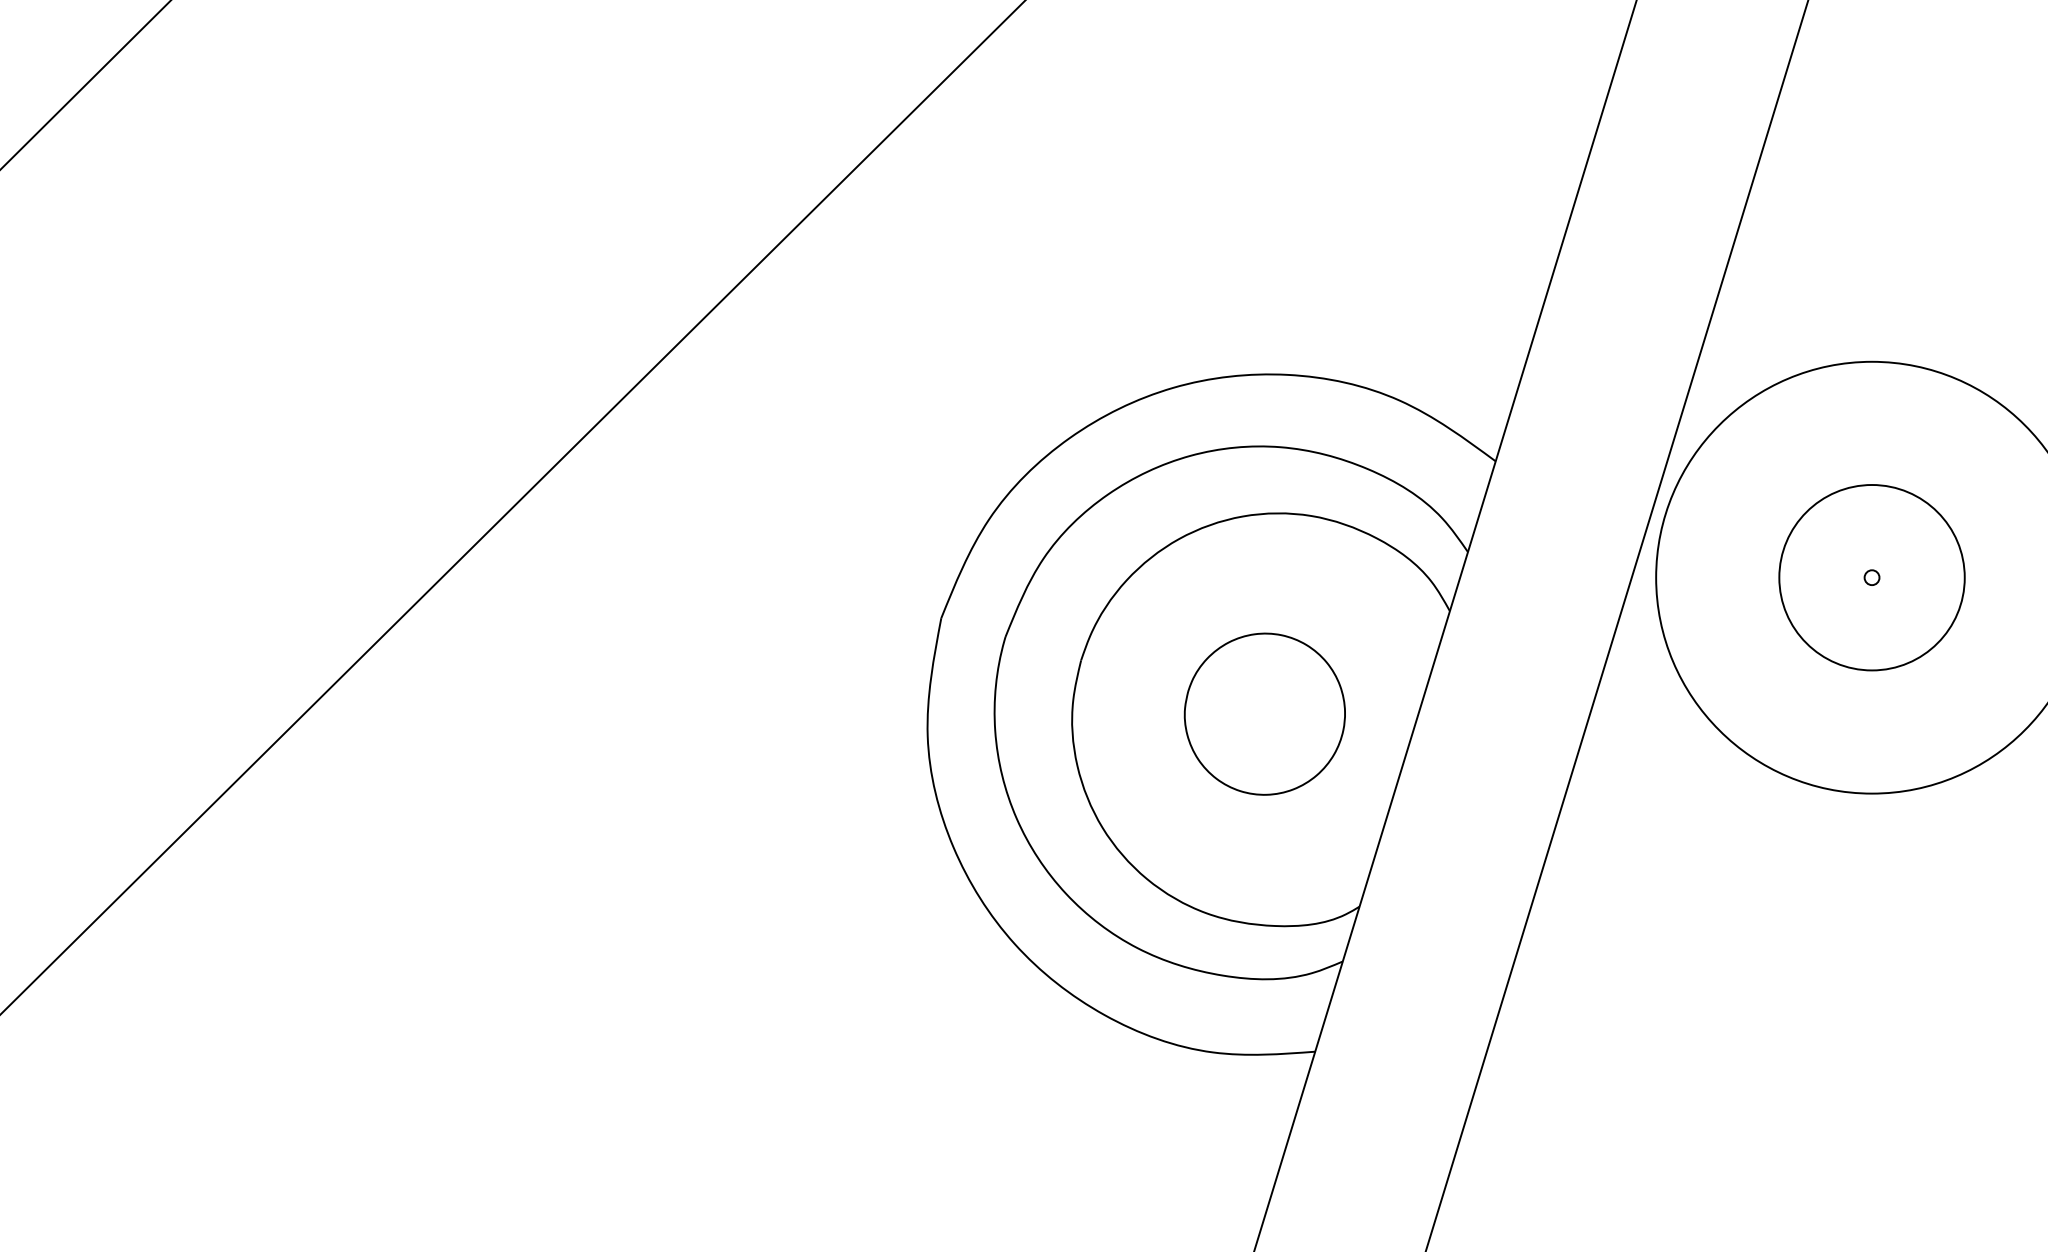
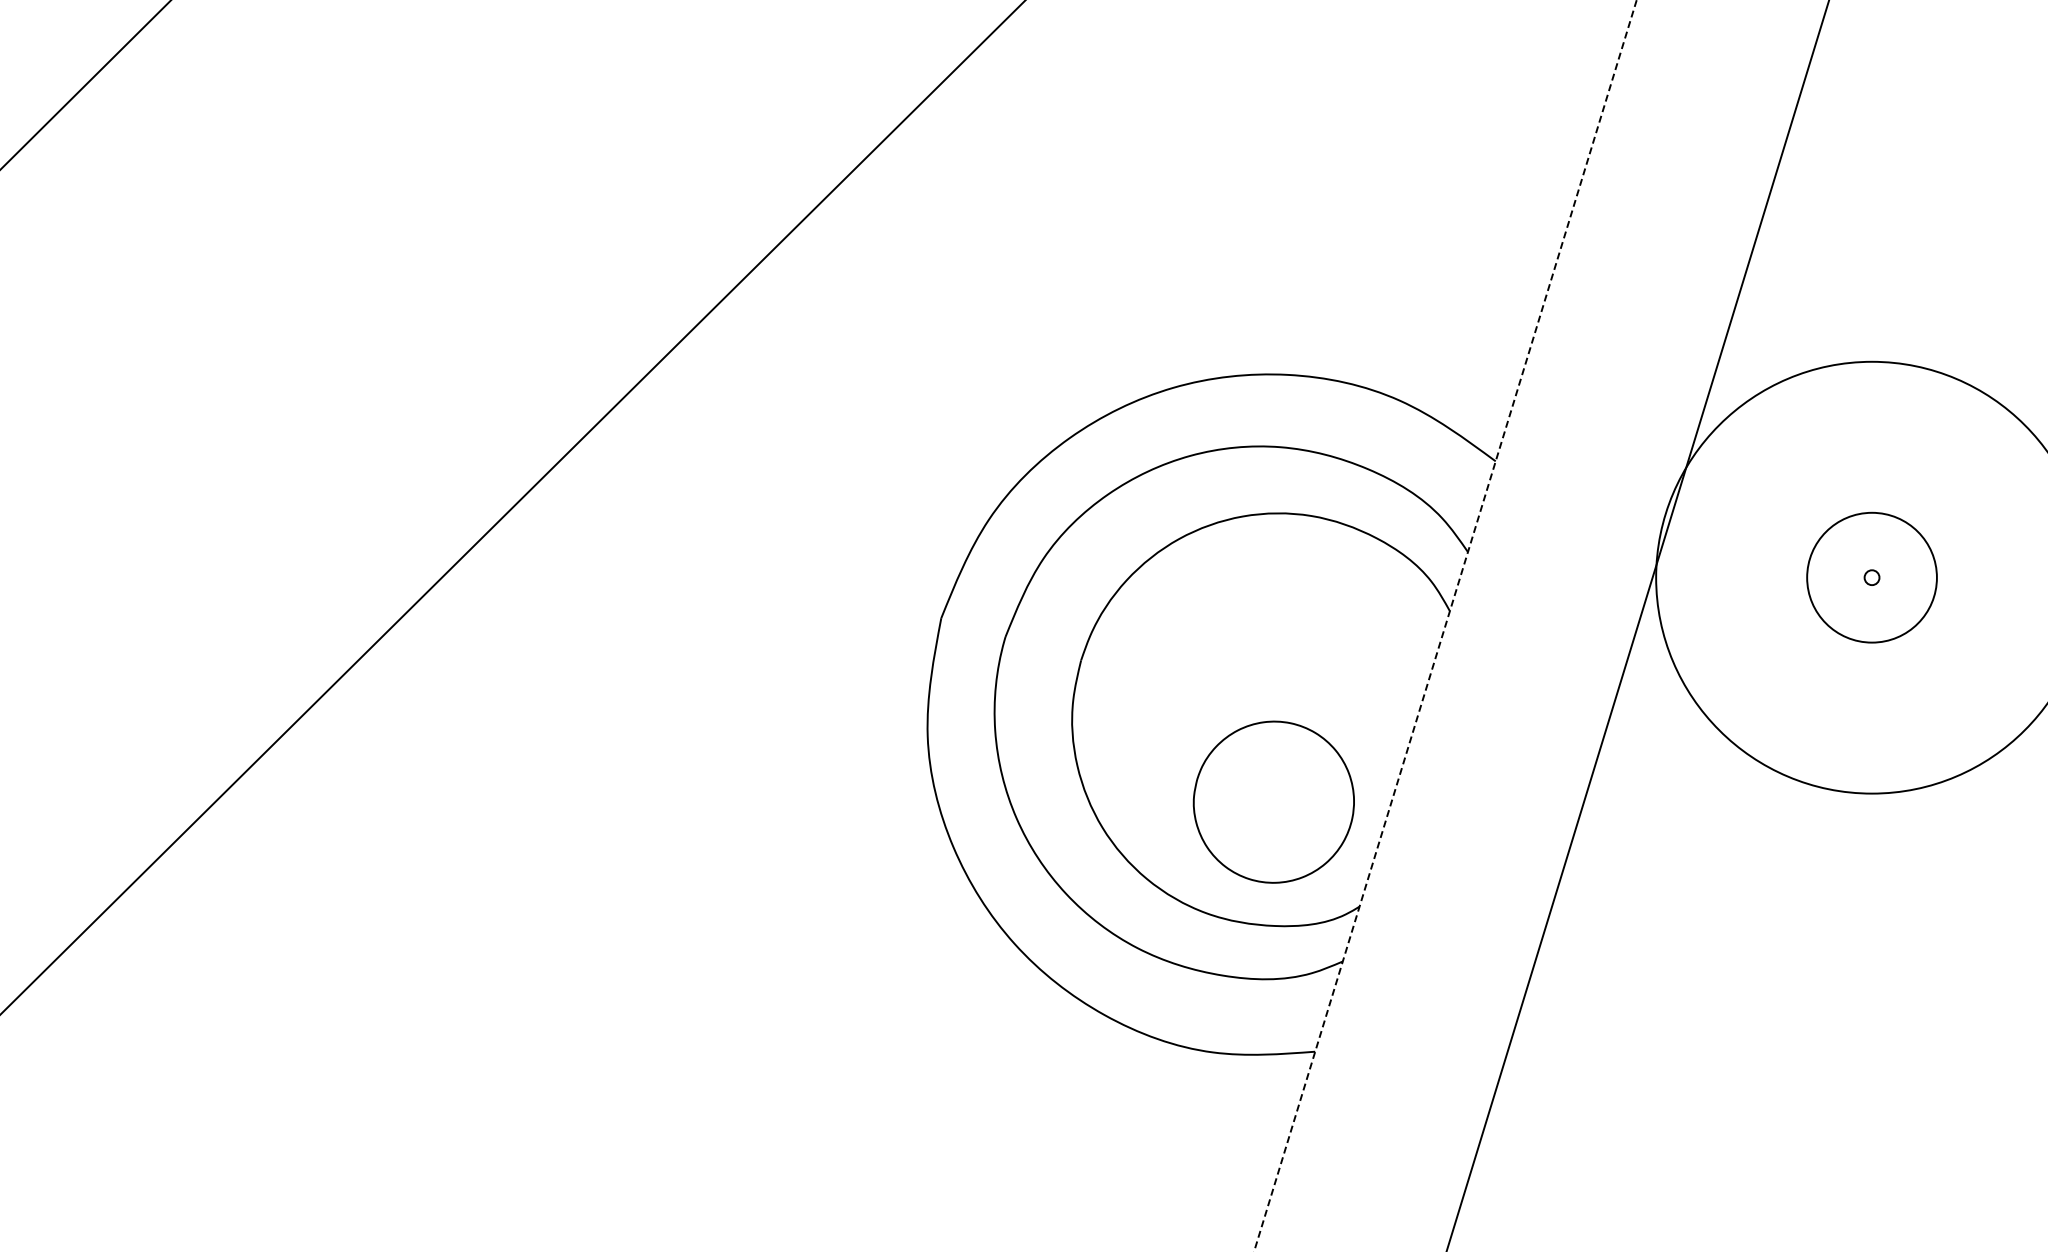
circle at (1871, 577) diameter: 185 px -> 130 px
line at (1616, 625) position: (1616, 625) -> (1637, 625)
line at (1445, 626): solid -> dashed
part at (1264, 713) position: (1264, 713) -> (1273, 801)
